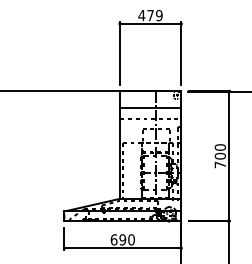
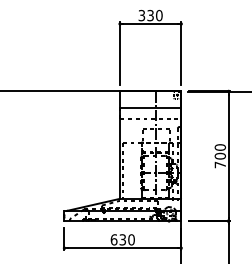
text at (150, 15): 479 -> 330
text at (122, 239): 690 -> 630
